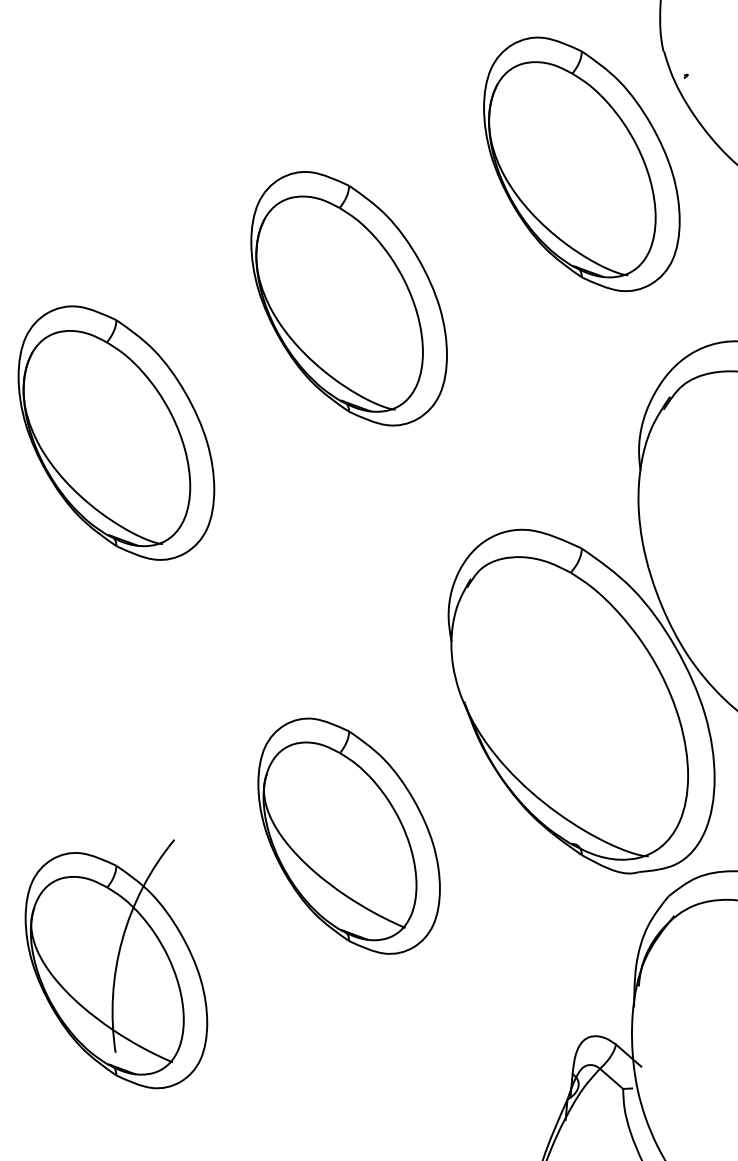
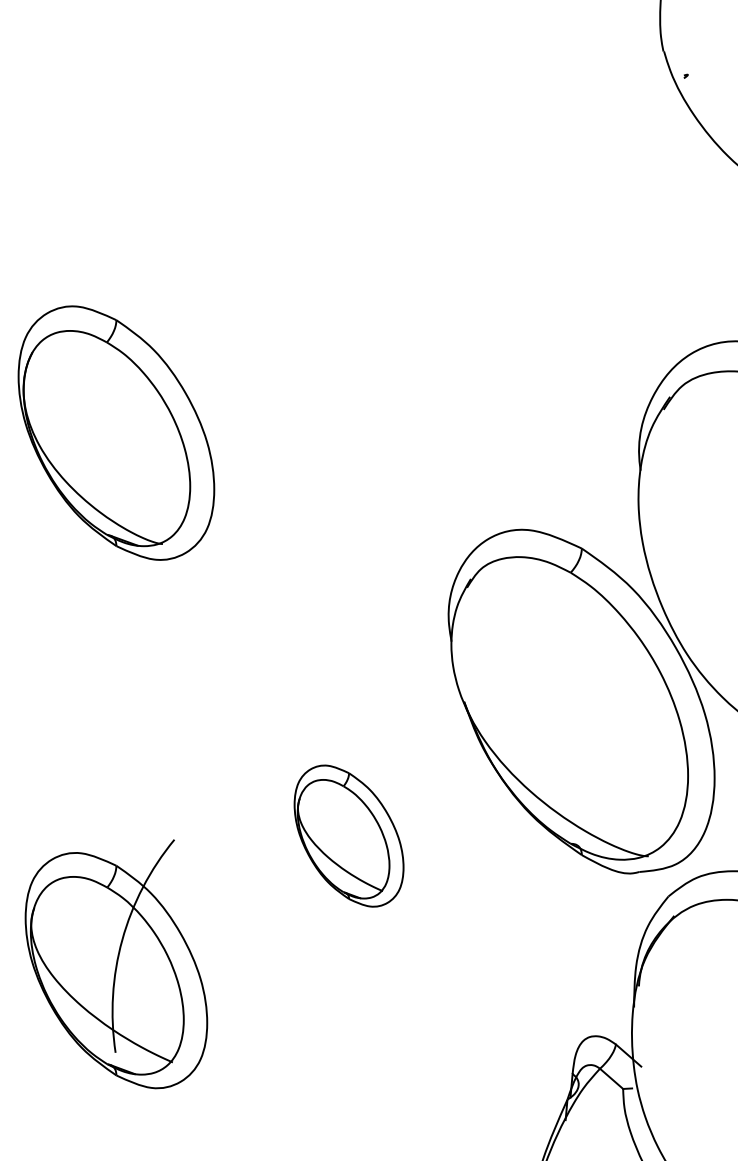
part at (581, 164): present -> none
part at (348, 298): present -> none
part at (348, 835) size: 184x238 px -> 112x144 px
